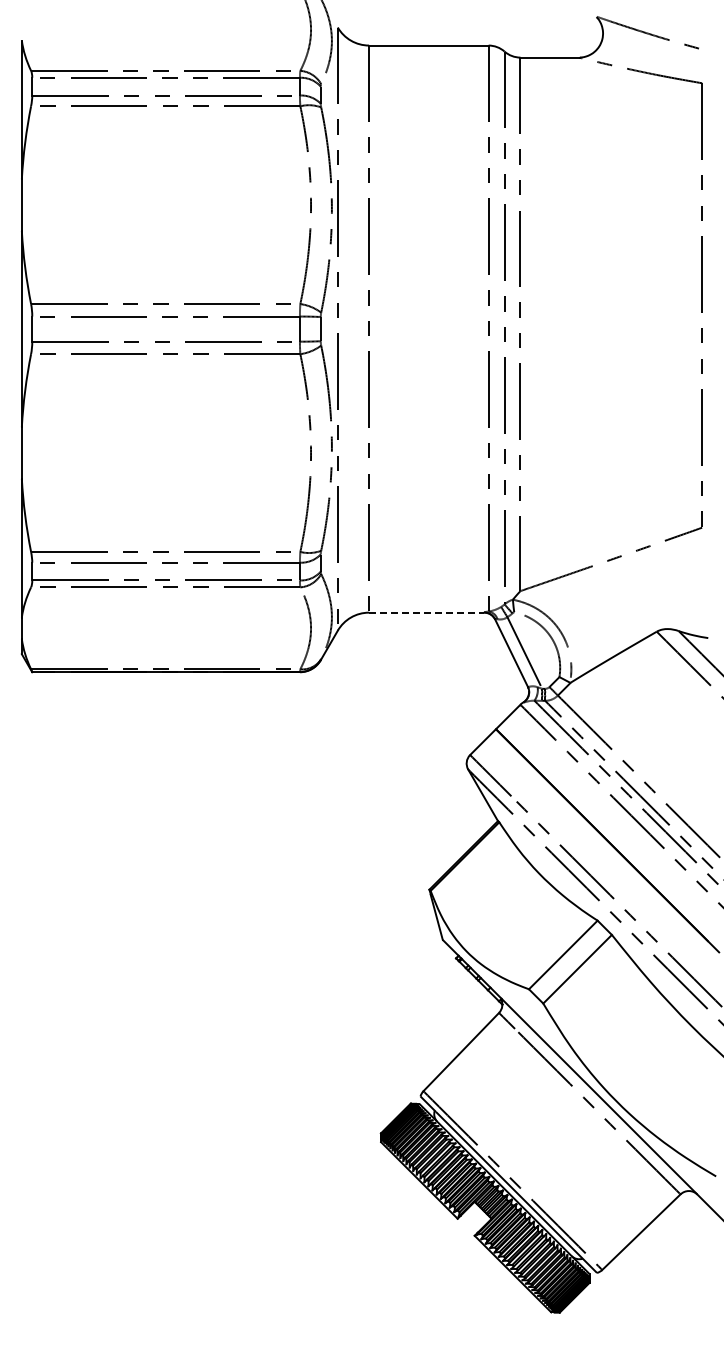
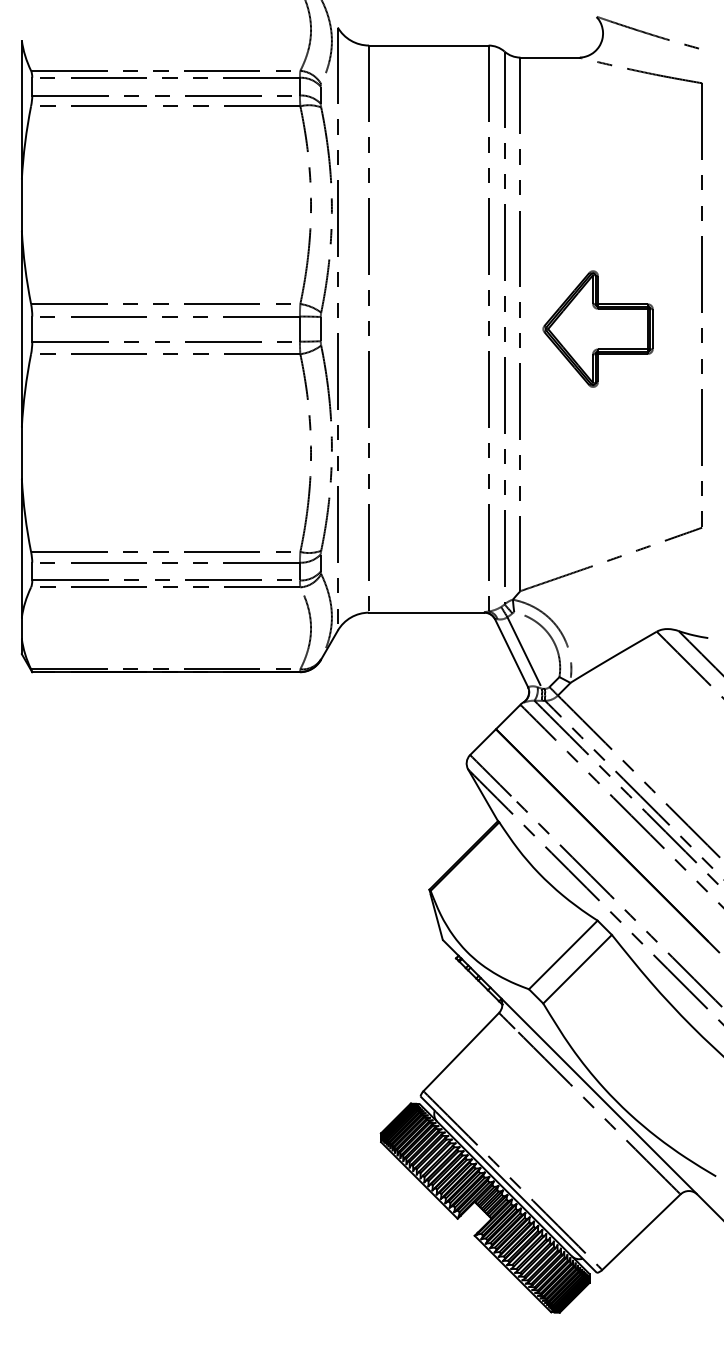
part at (597, 328): none -> present
line at (426, 612): dashed -> solid
